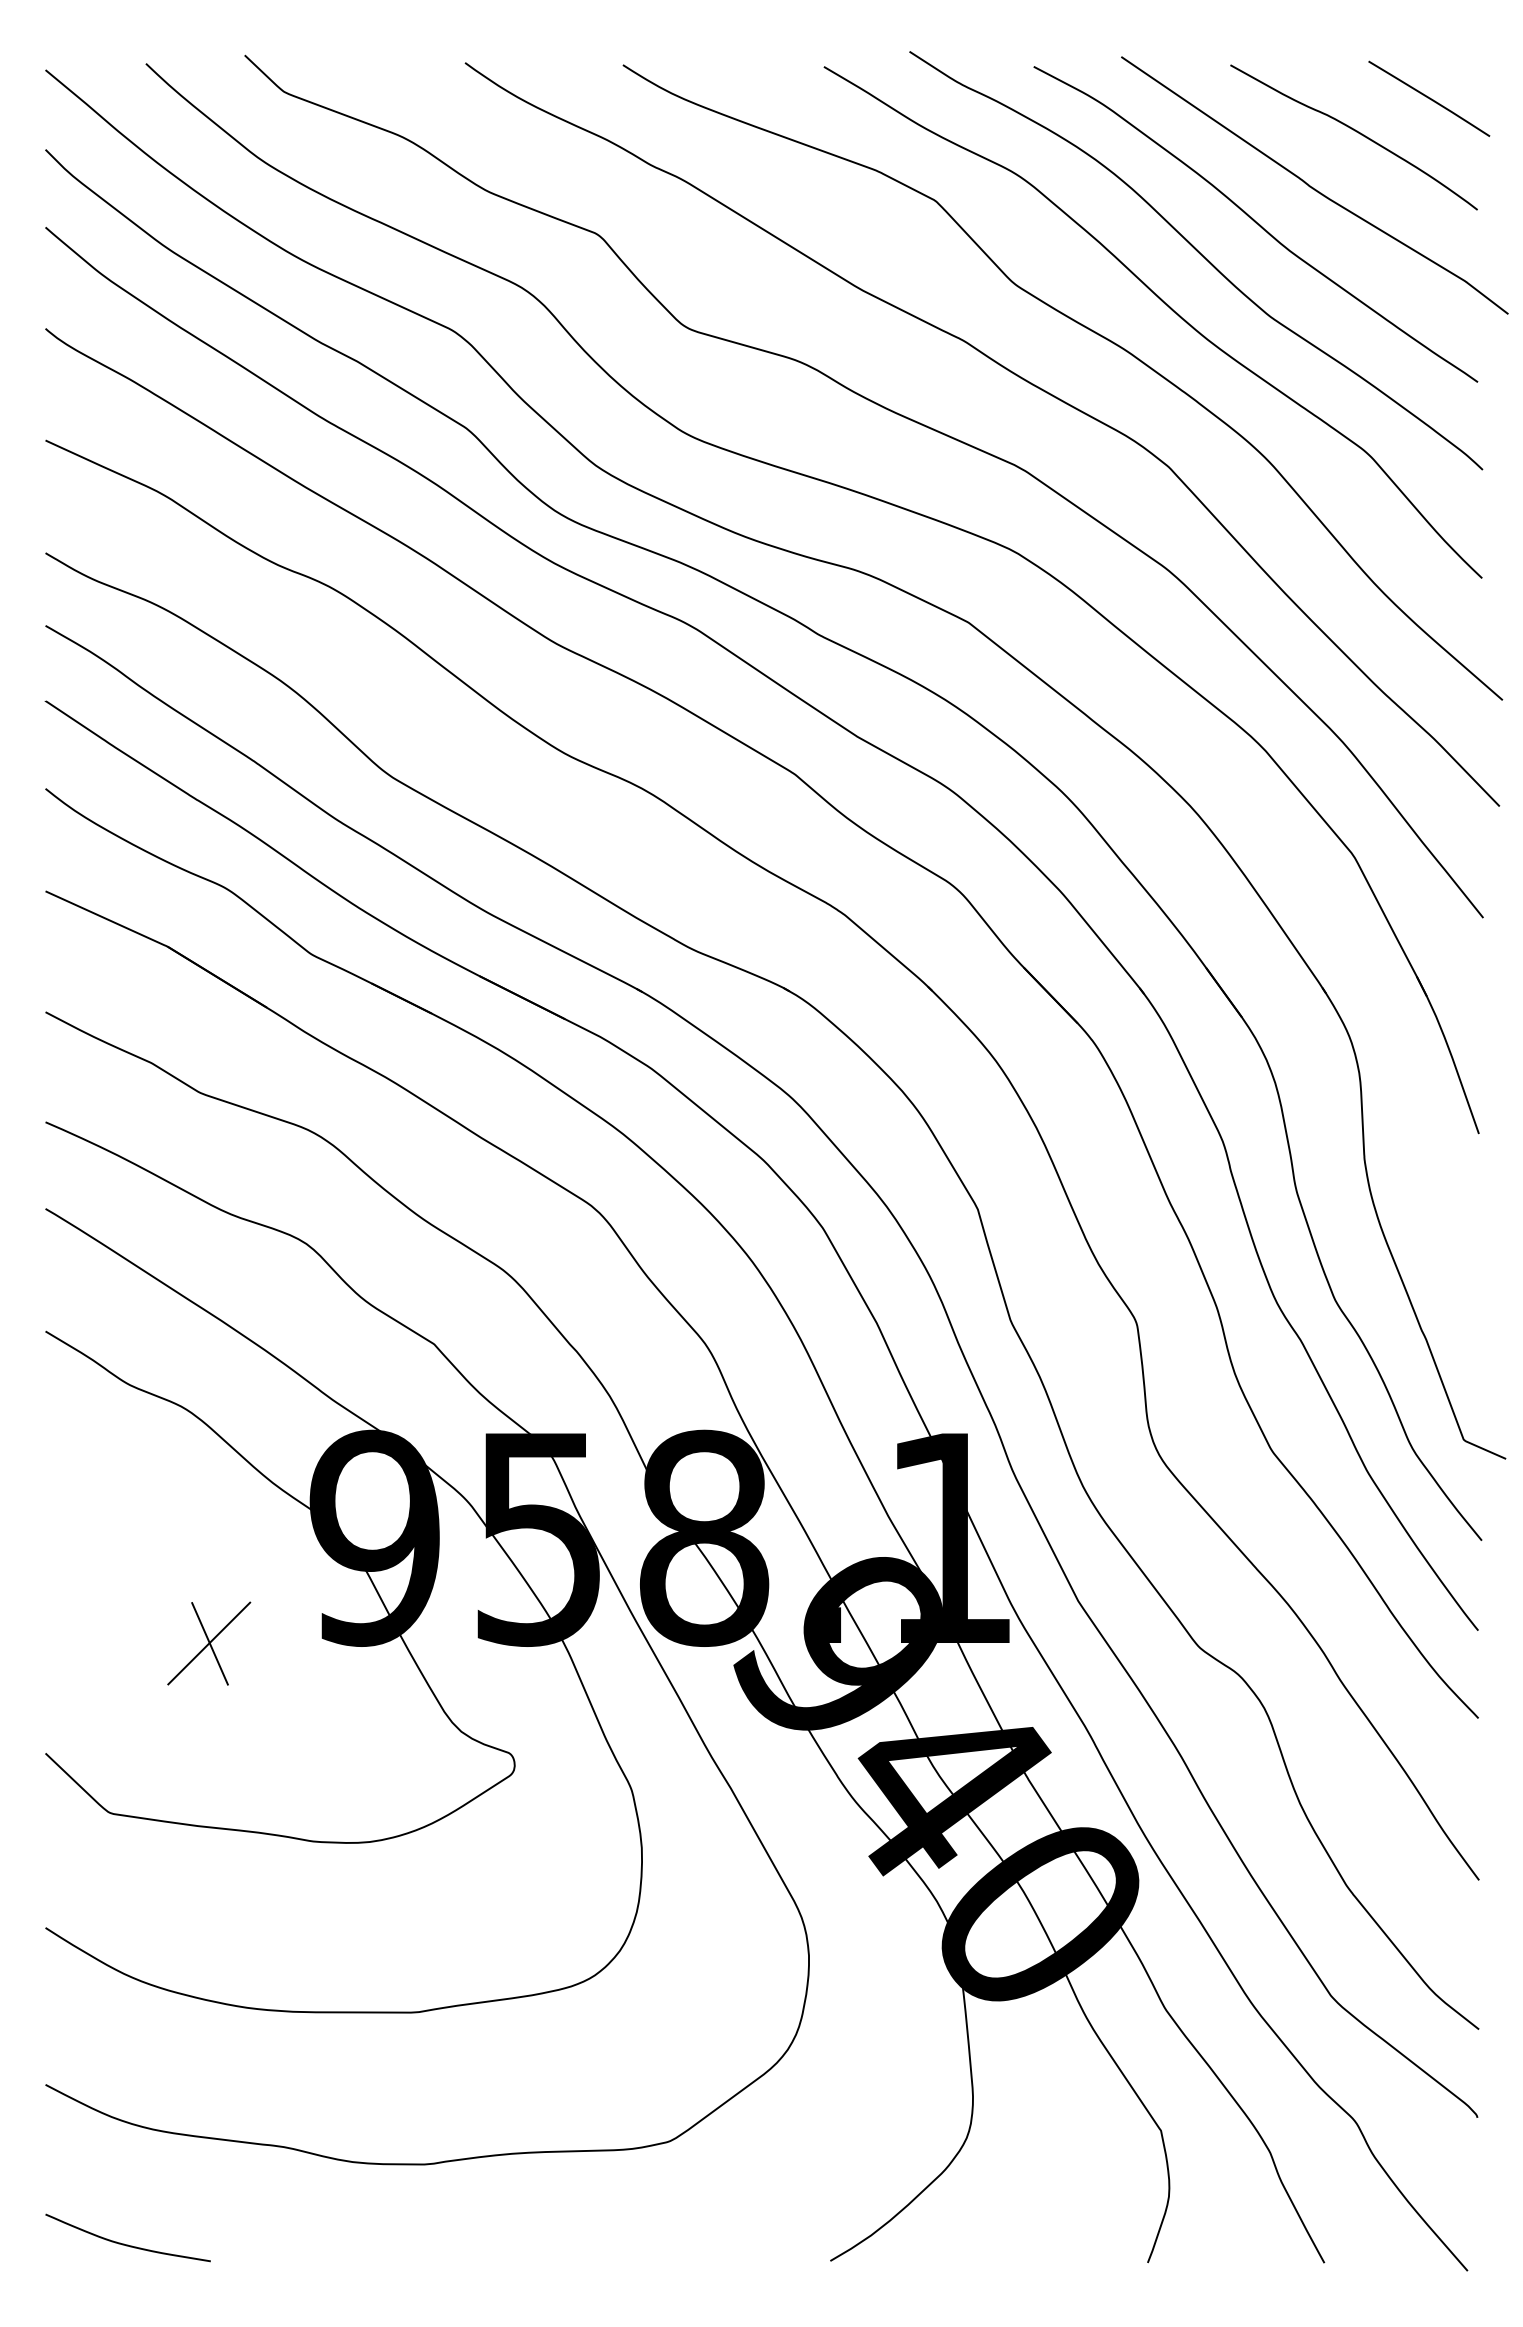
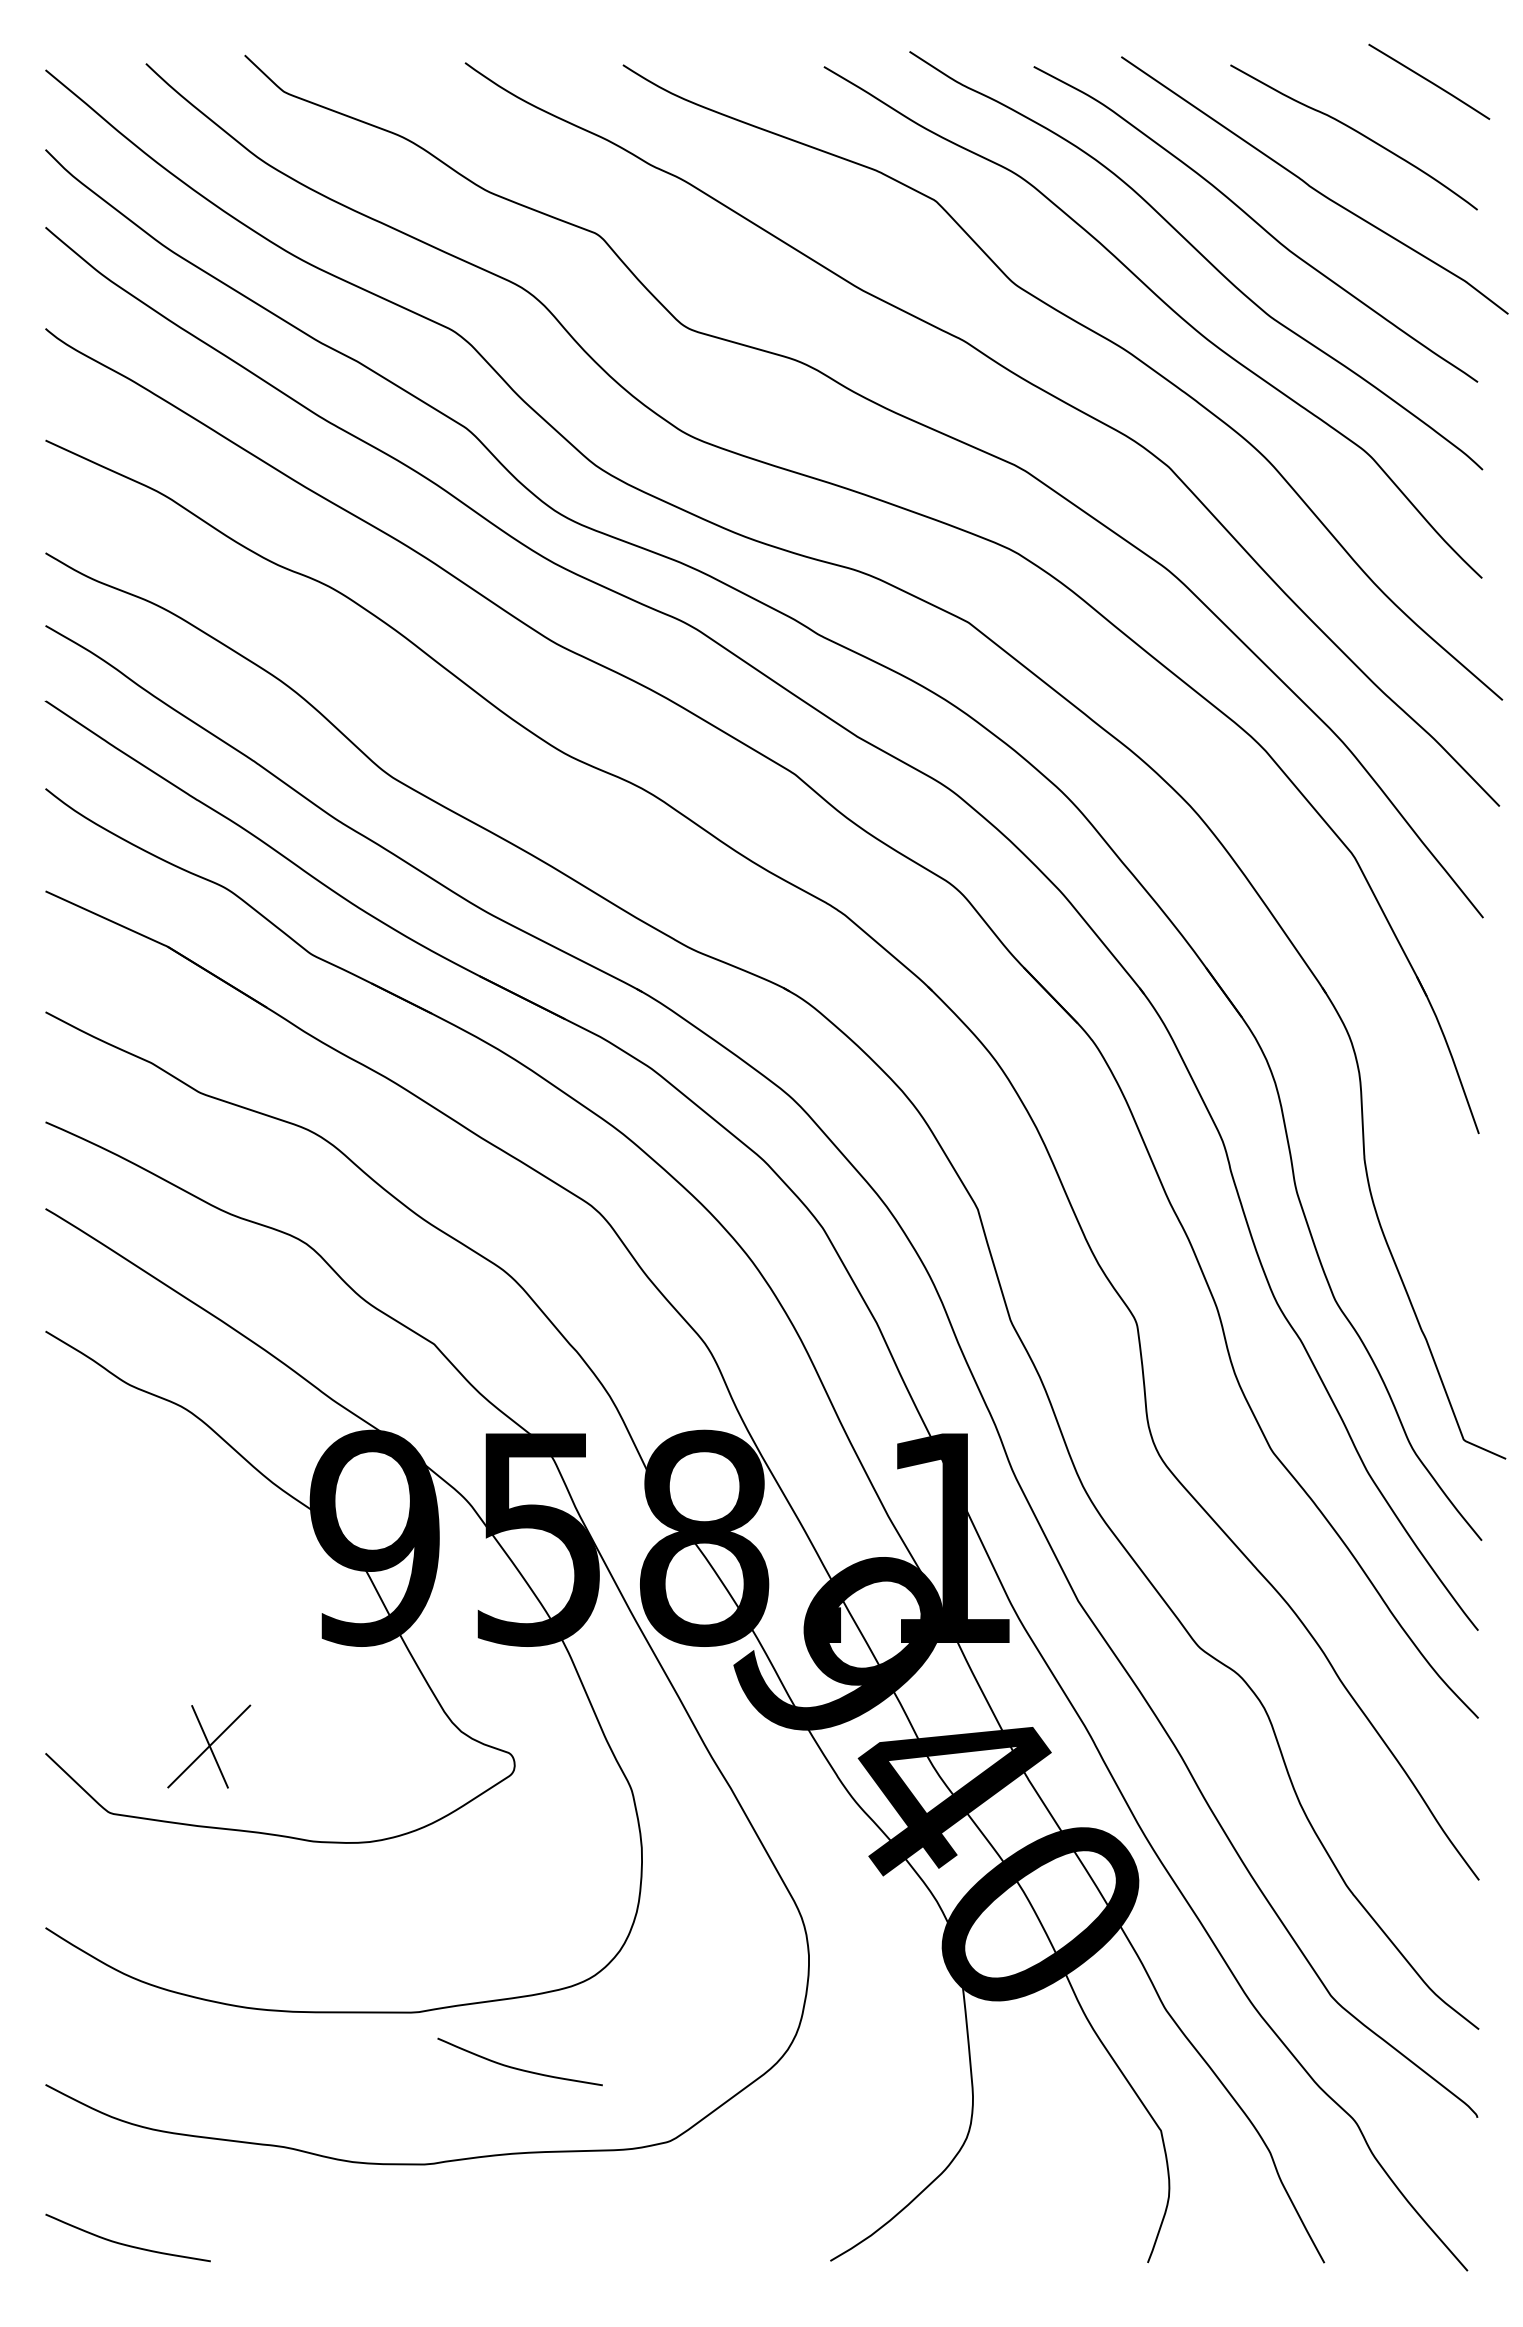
line at (1429, 98) position: (1429, 98) -> (1429, 81)
part at (209, 1643) position: (209, 1643) -> (209, 1746)
curve at (516, 2067): none -> present
